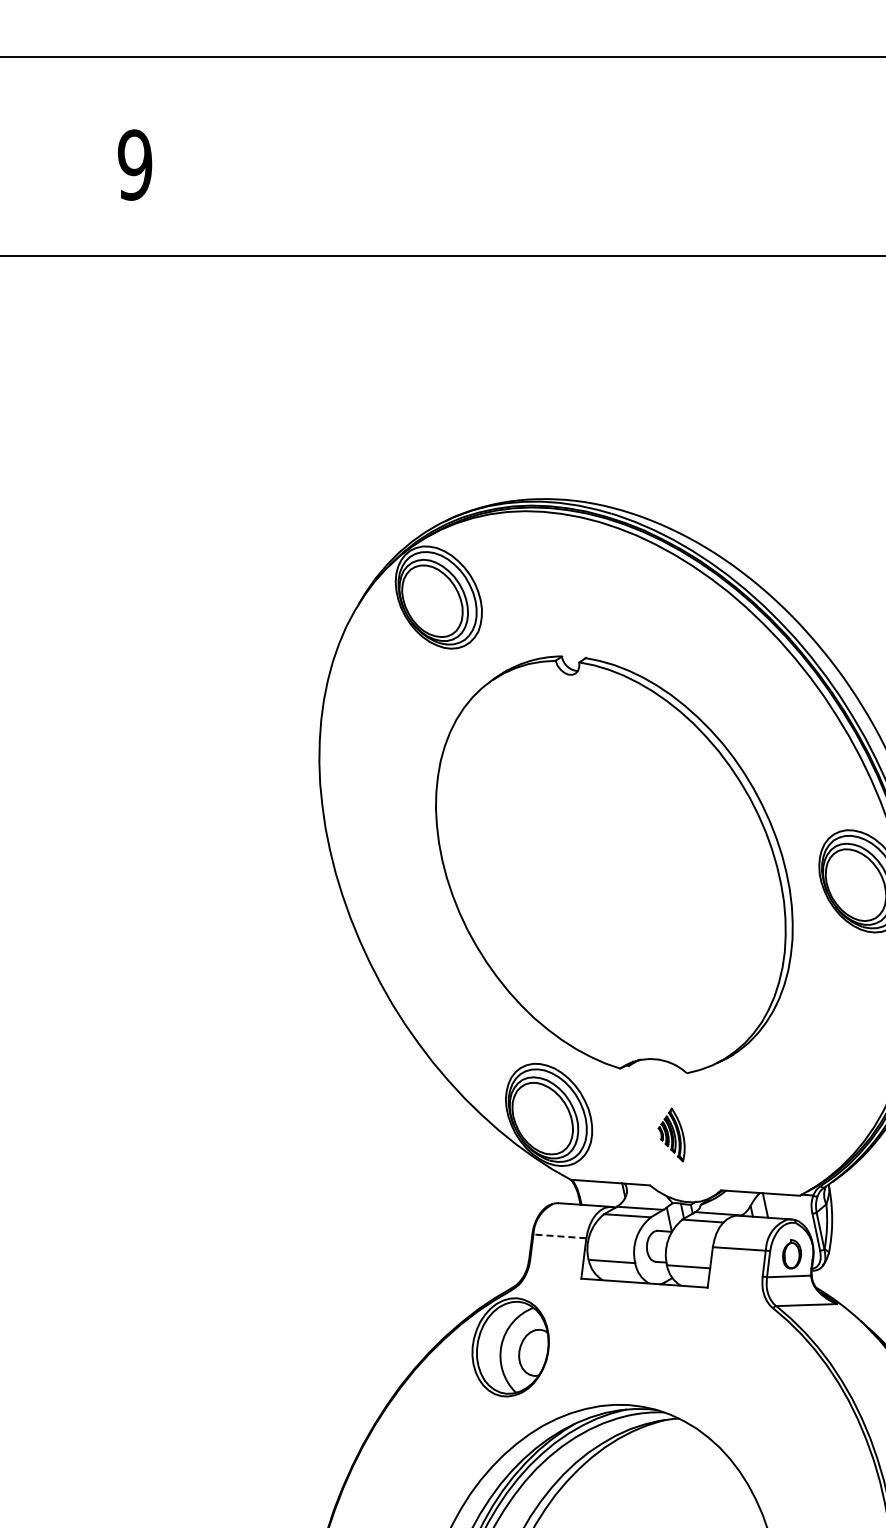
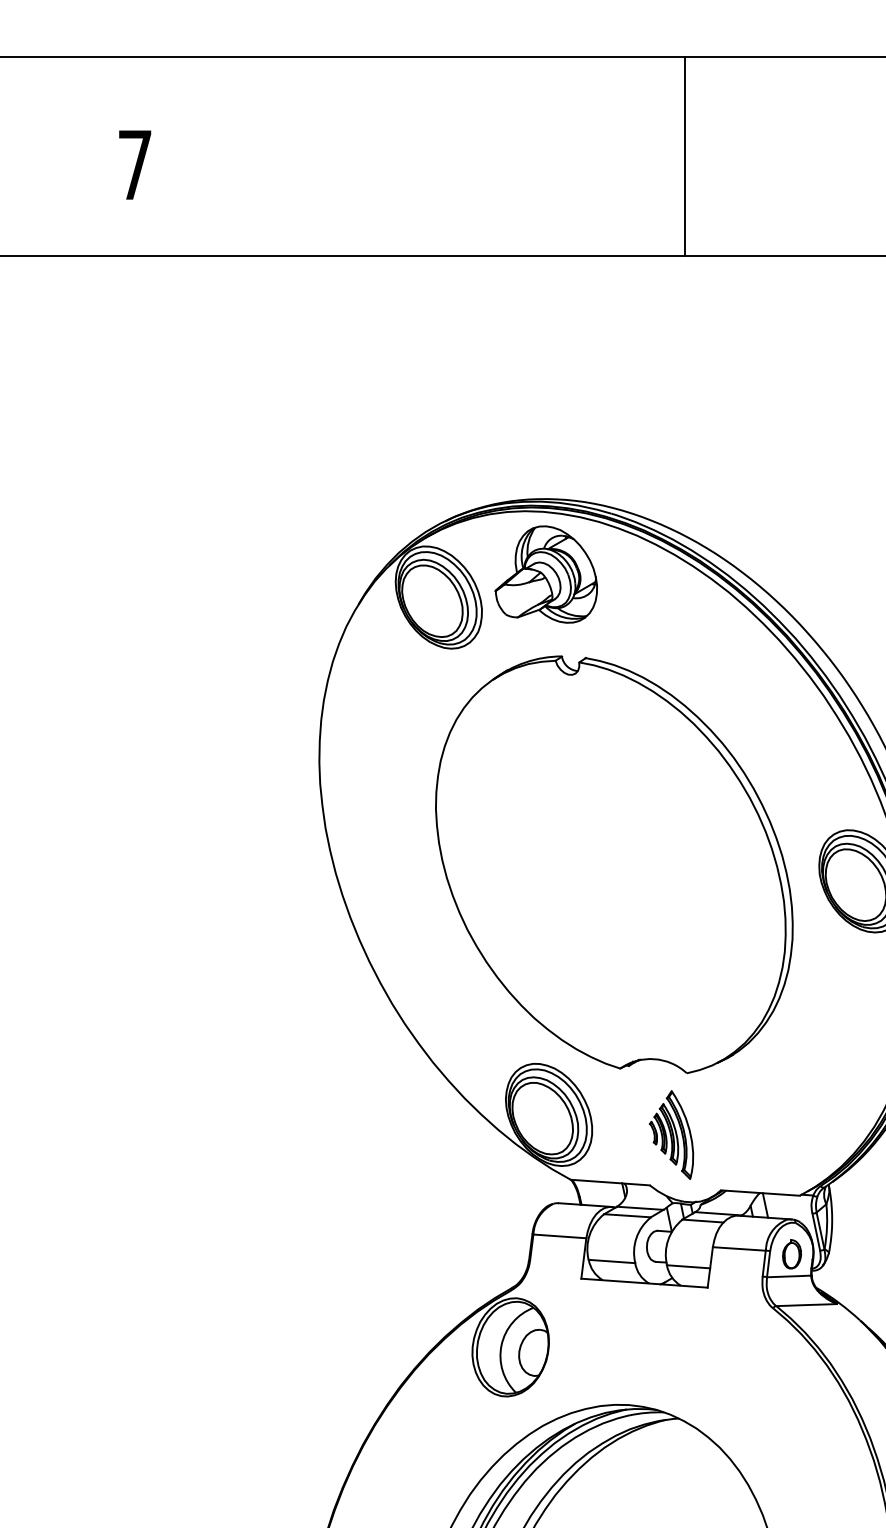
line at (684, 155): none -> present
text at (134, 164): 9 -> 7
part at (545, 574): none -> present
part at (671, 1134) size: 29x56 px -> 46x90 px
line at (559, 1236): dashed -> solid
